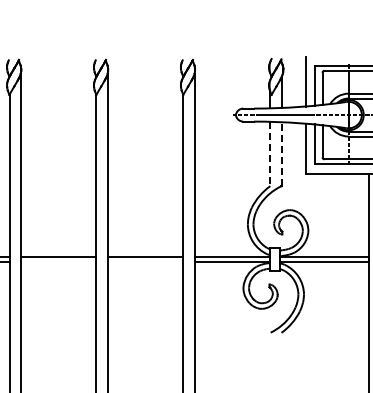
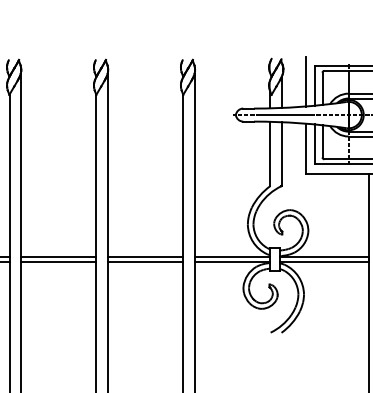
line at (270, 154): dashed -> solid
line at (281, 154): dashed -> solid
line at (58, 262): none -> present
line at (145, 262): none -> present
